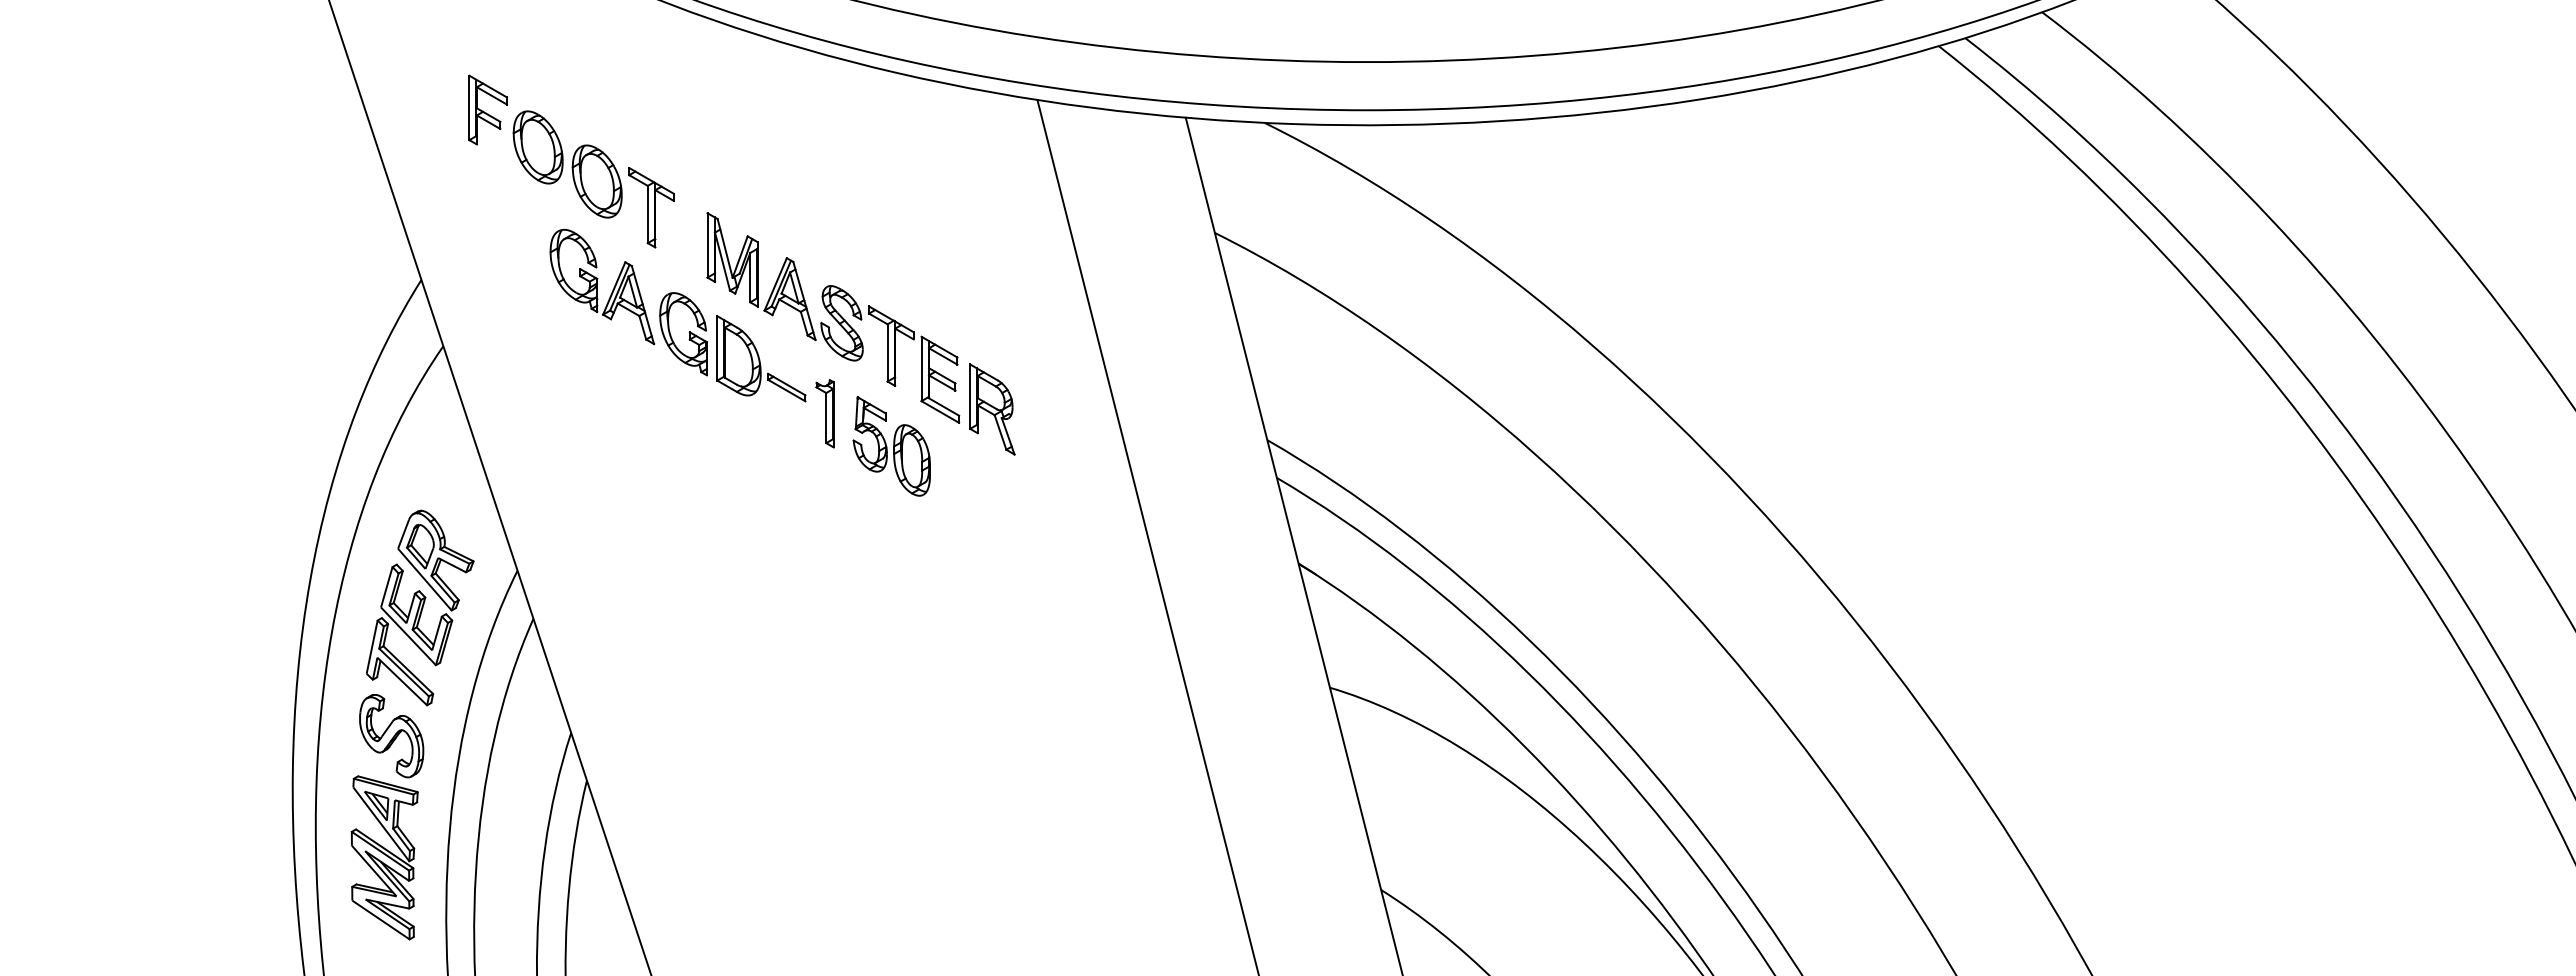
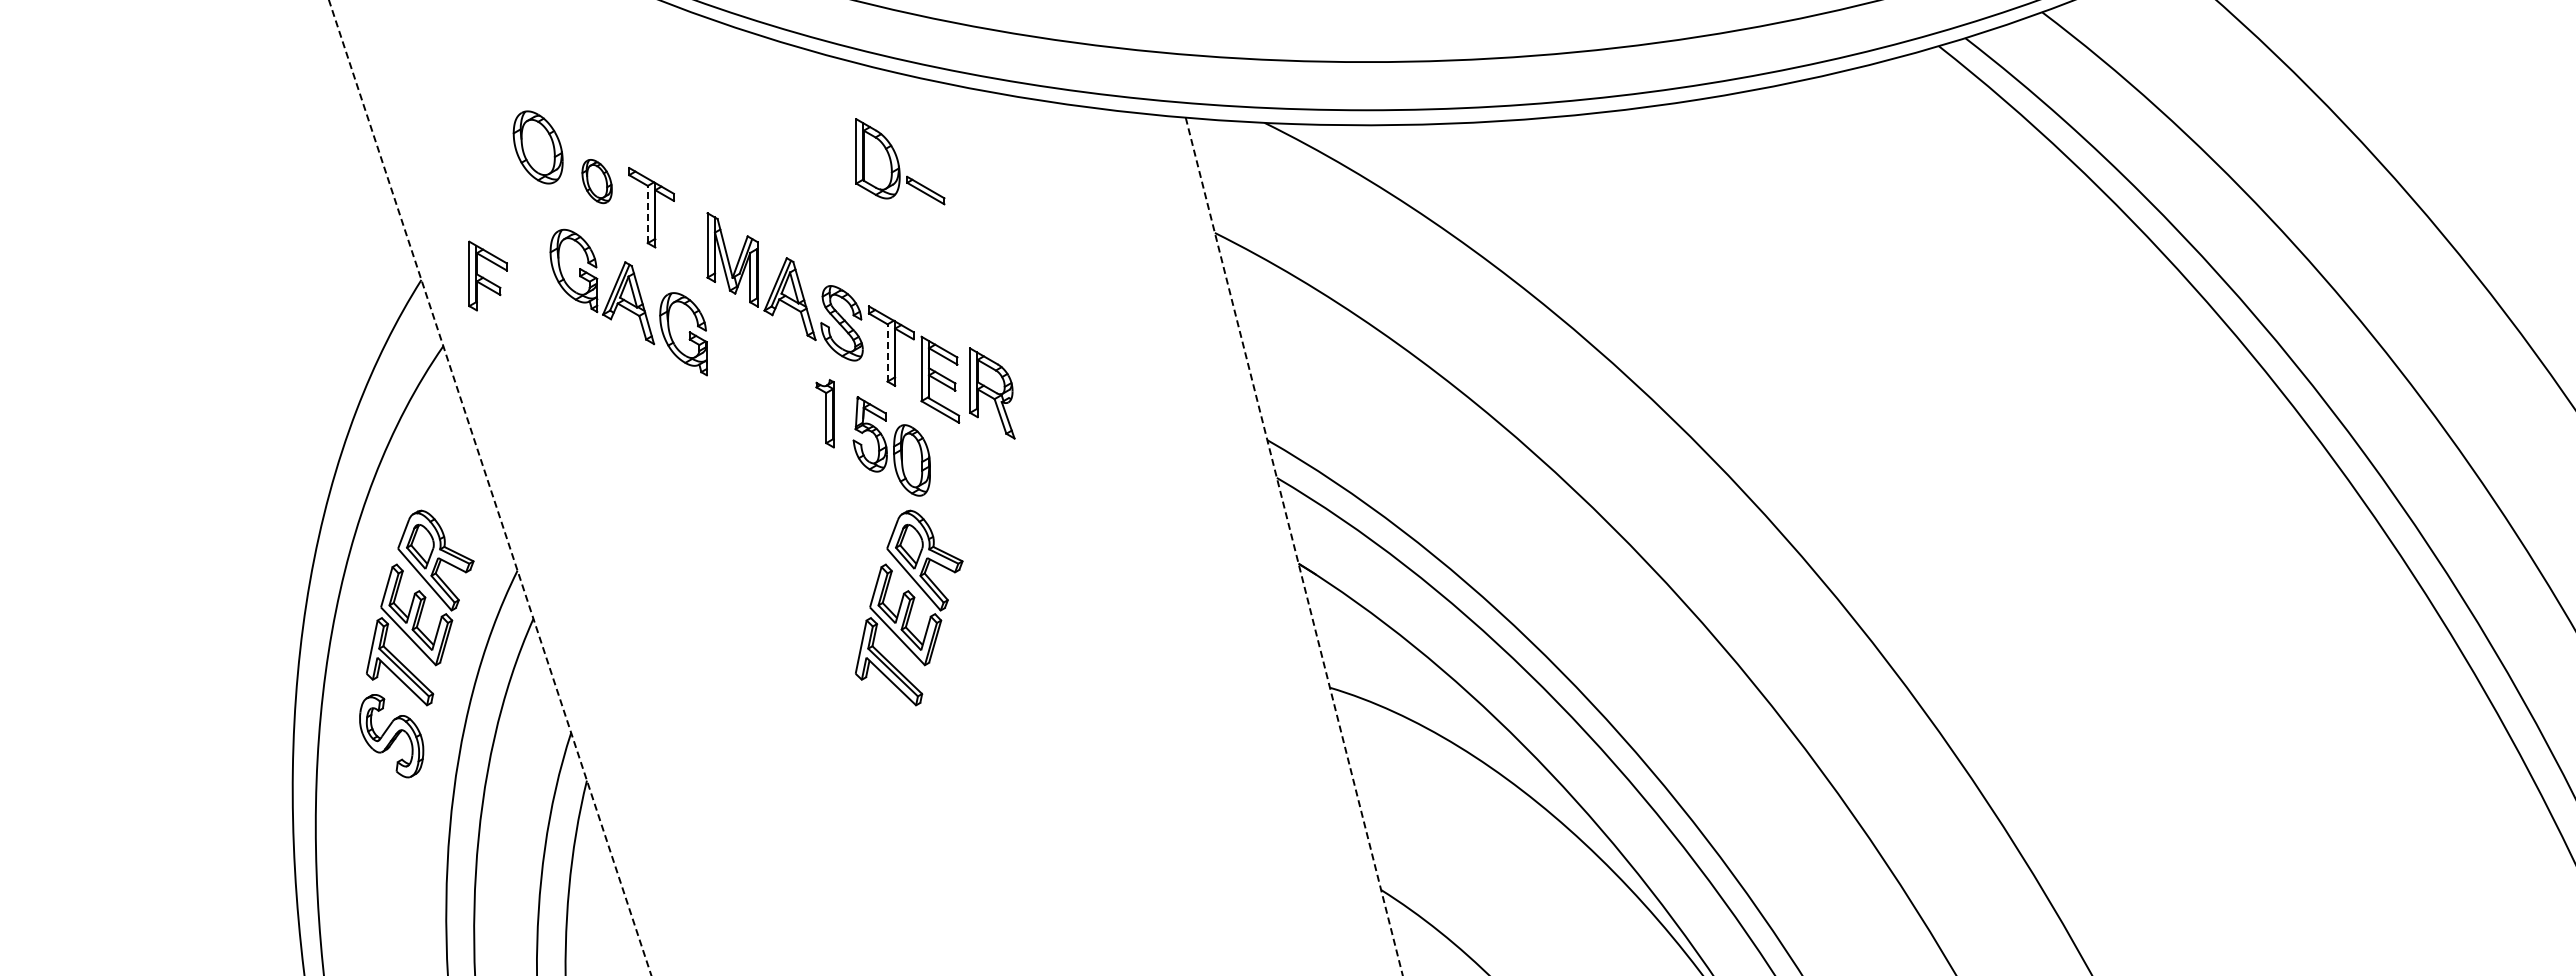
part at (487, 109) position: (487, 109) -> (487, 275)
part at (596, 181) size: 52x75 px -> 32x46 px
line at (647, 214): solid -> dashed
line at (887, 352): solid -> dashed
part at (761, 358) position: (761, 358) -> (900, 161)
part at (992, 409) position: (992, 409) -> (992, 393)
line at (490, 488): solid -> dashed
line at (1147, 536): present -> none
line at (1294, 546): solid -> dashed
part at (908, 607): none -> present
part at (384, 857): present -> none
